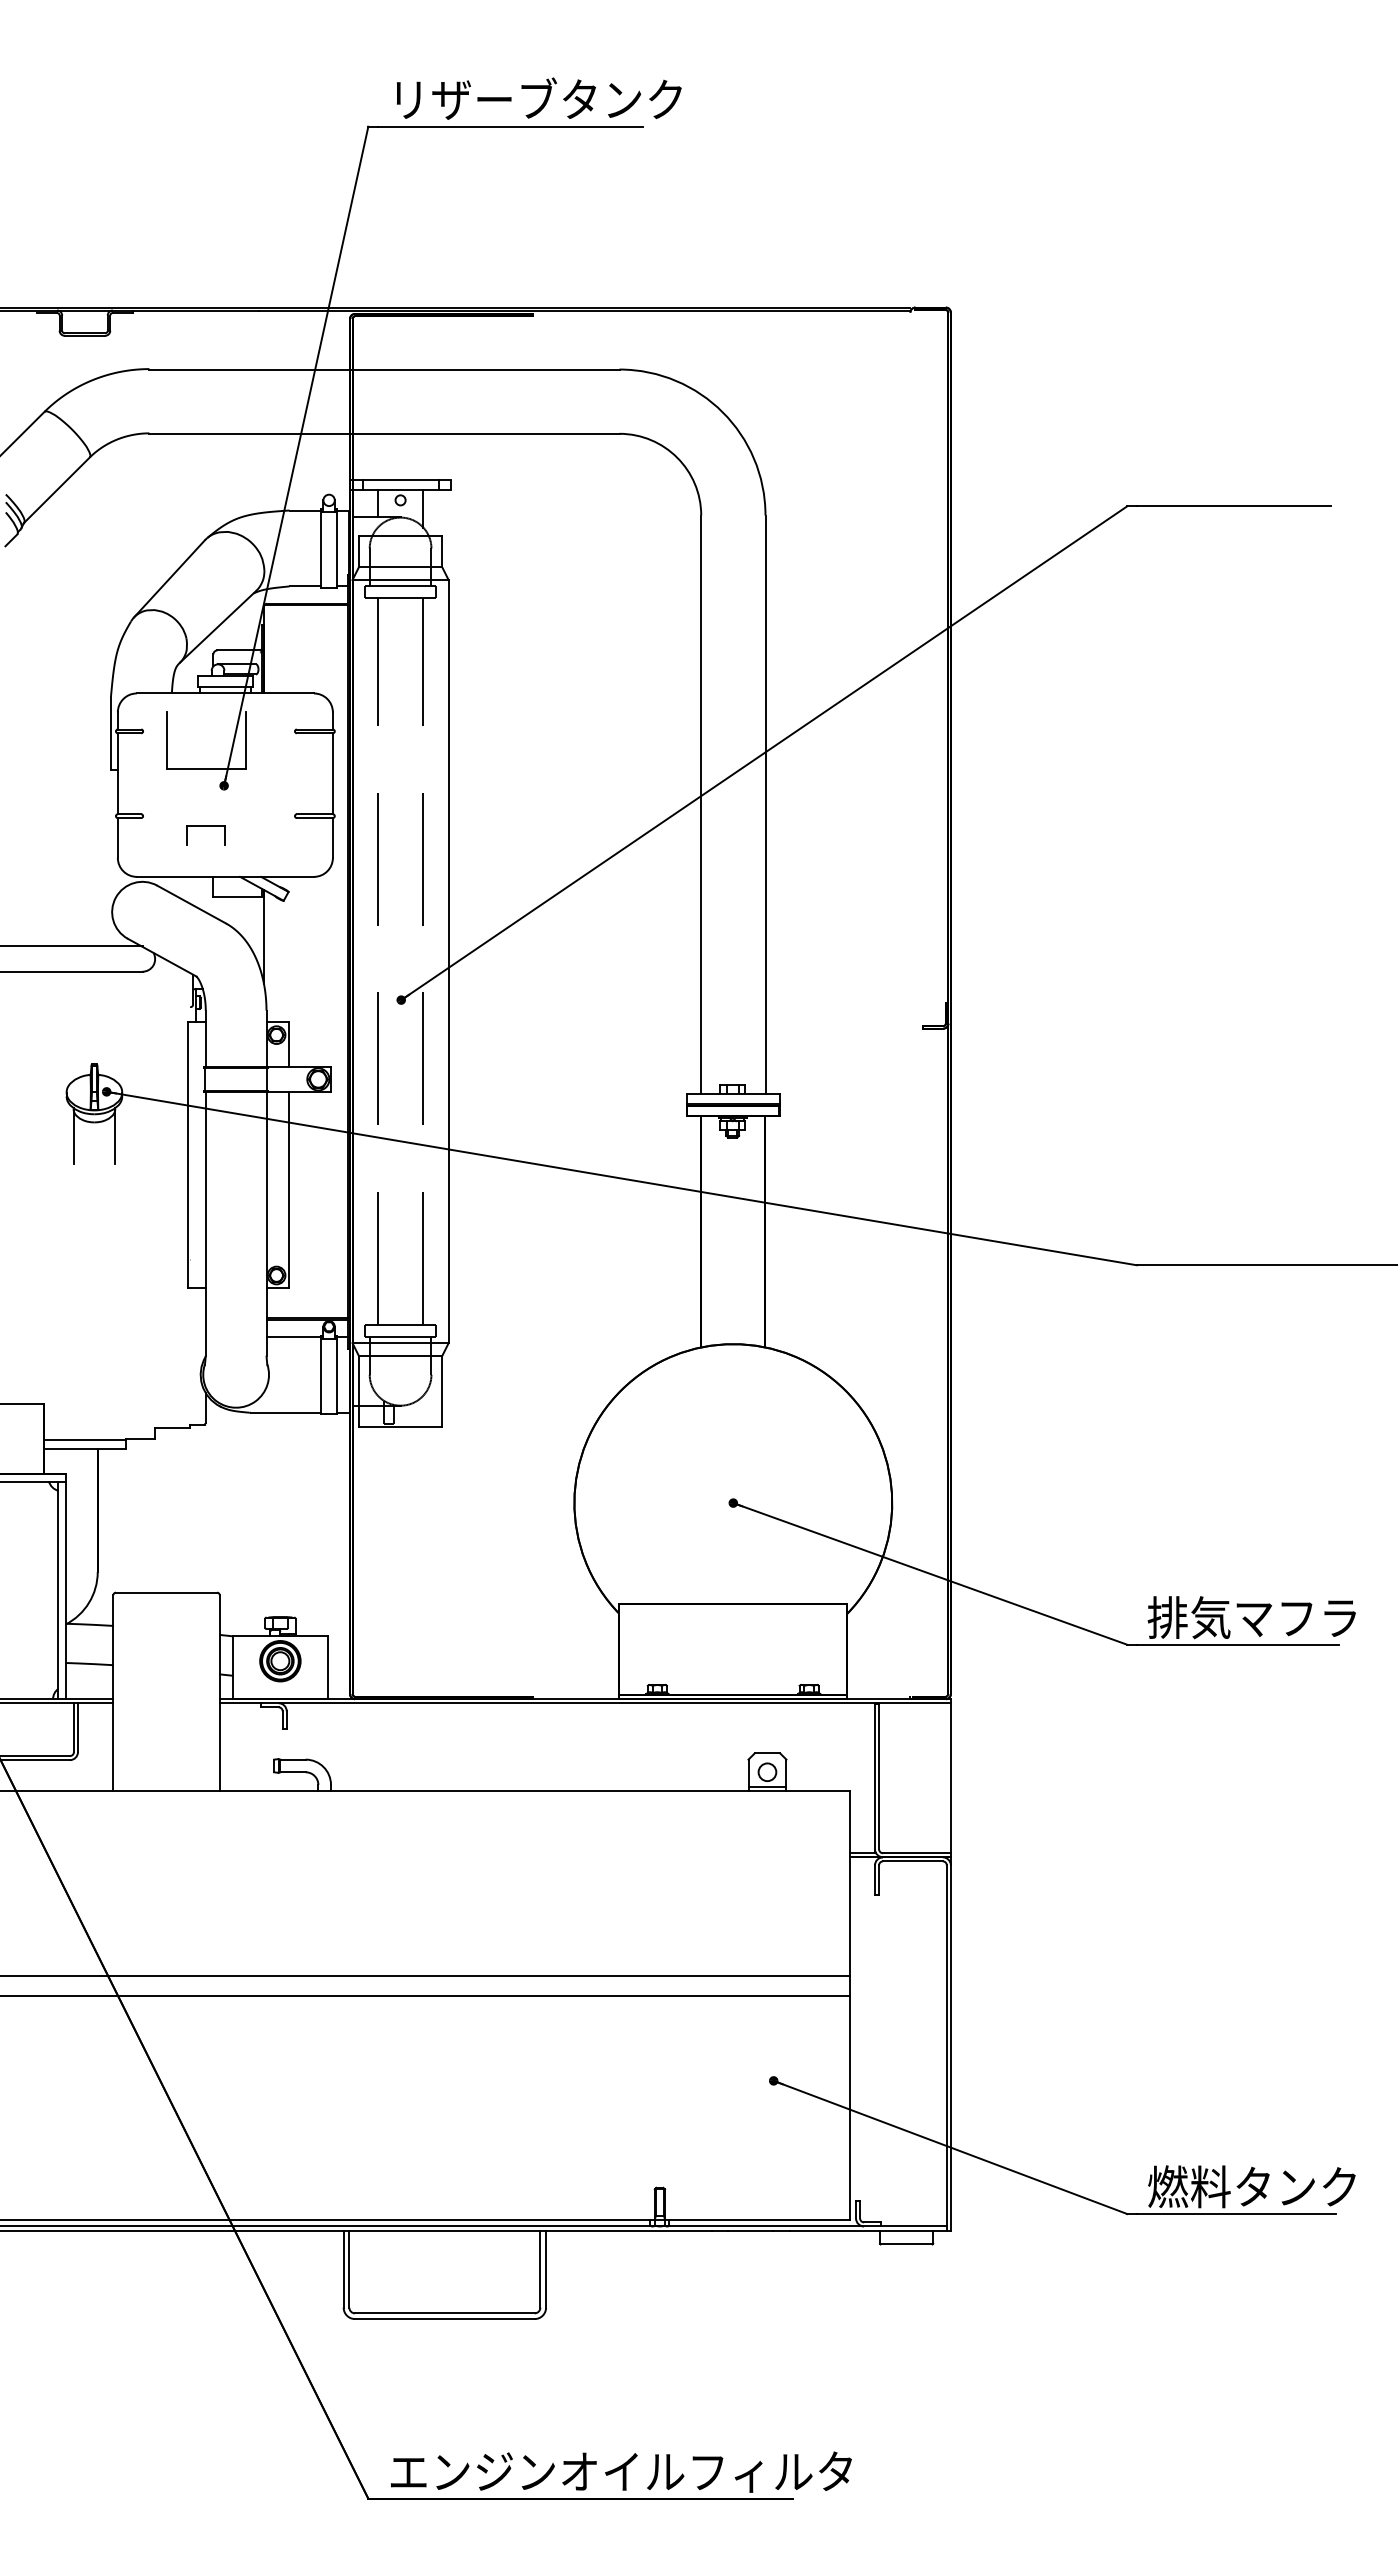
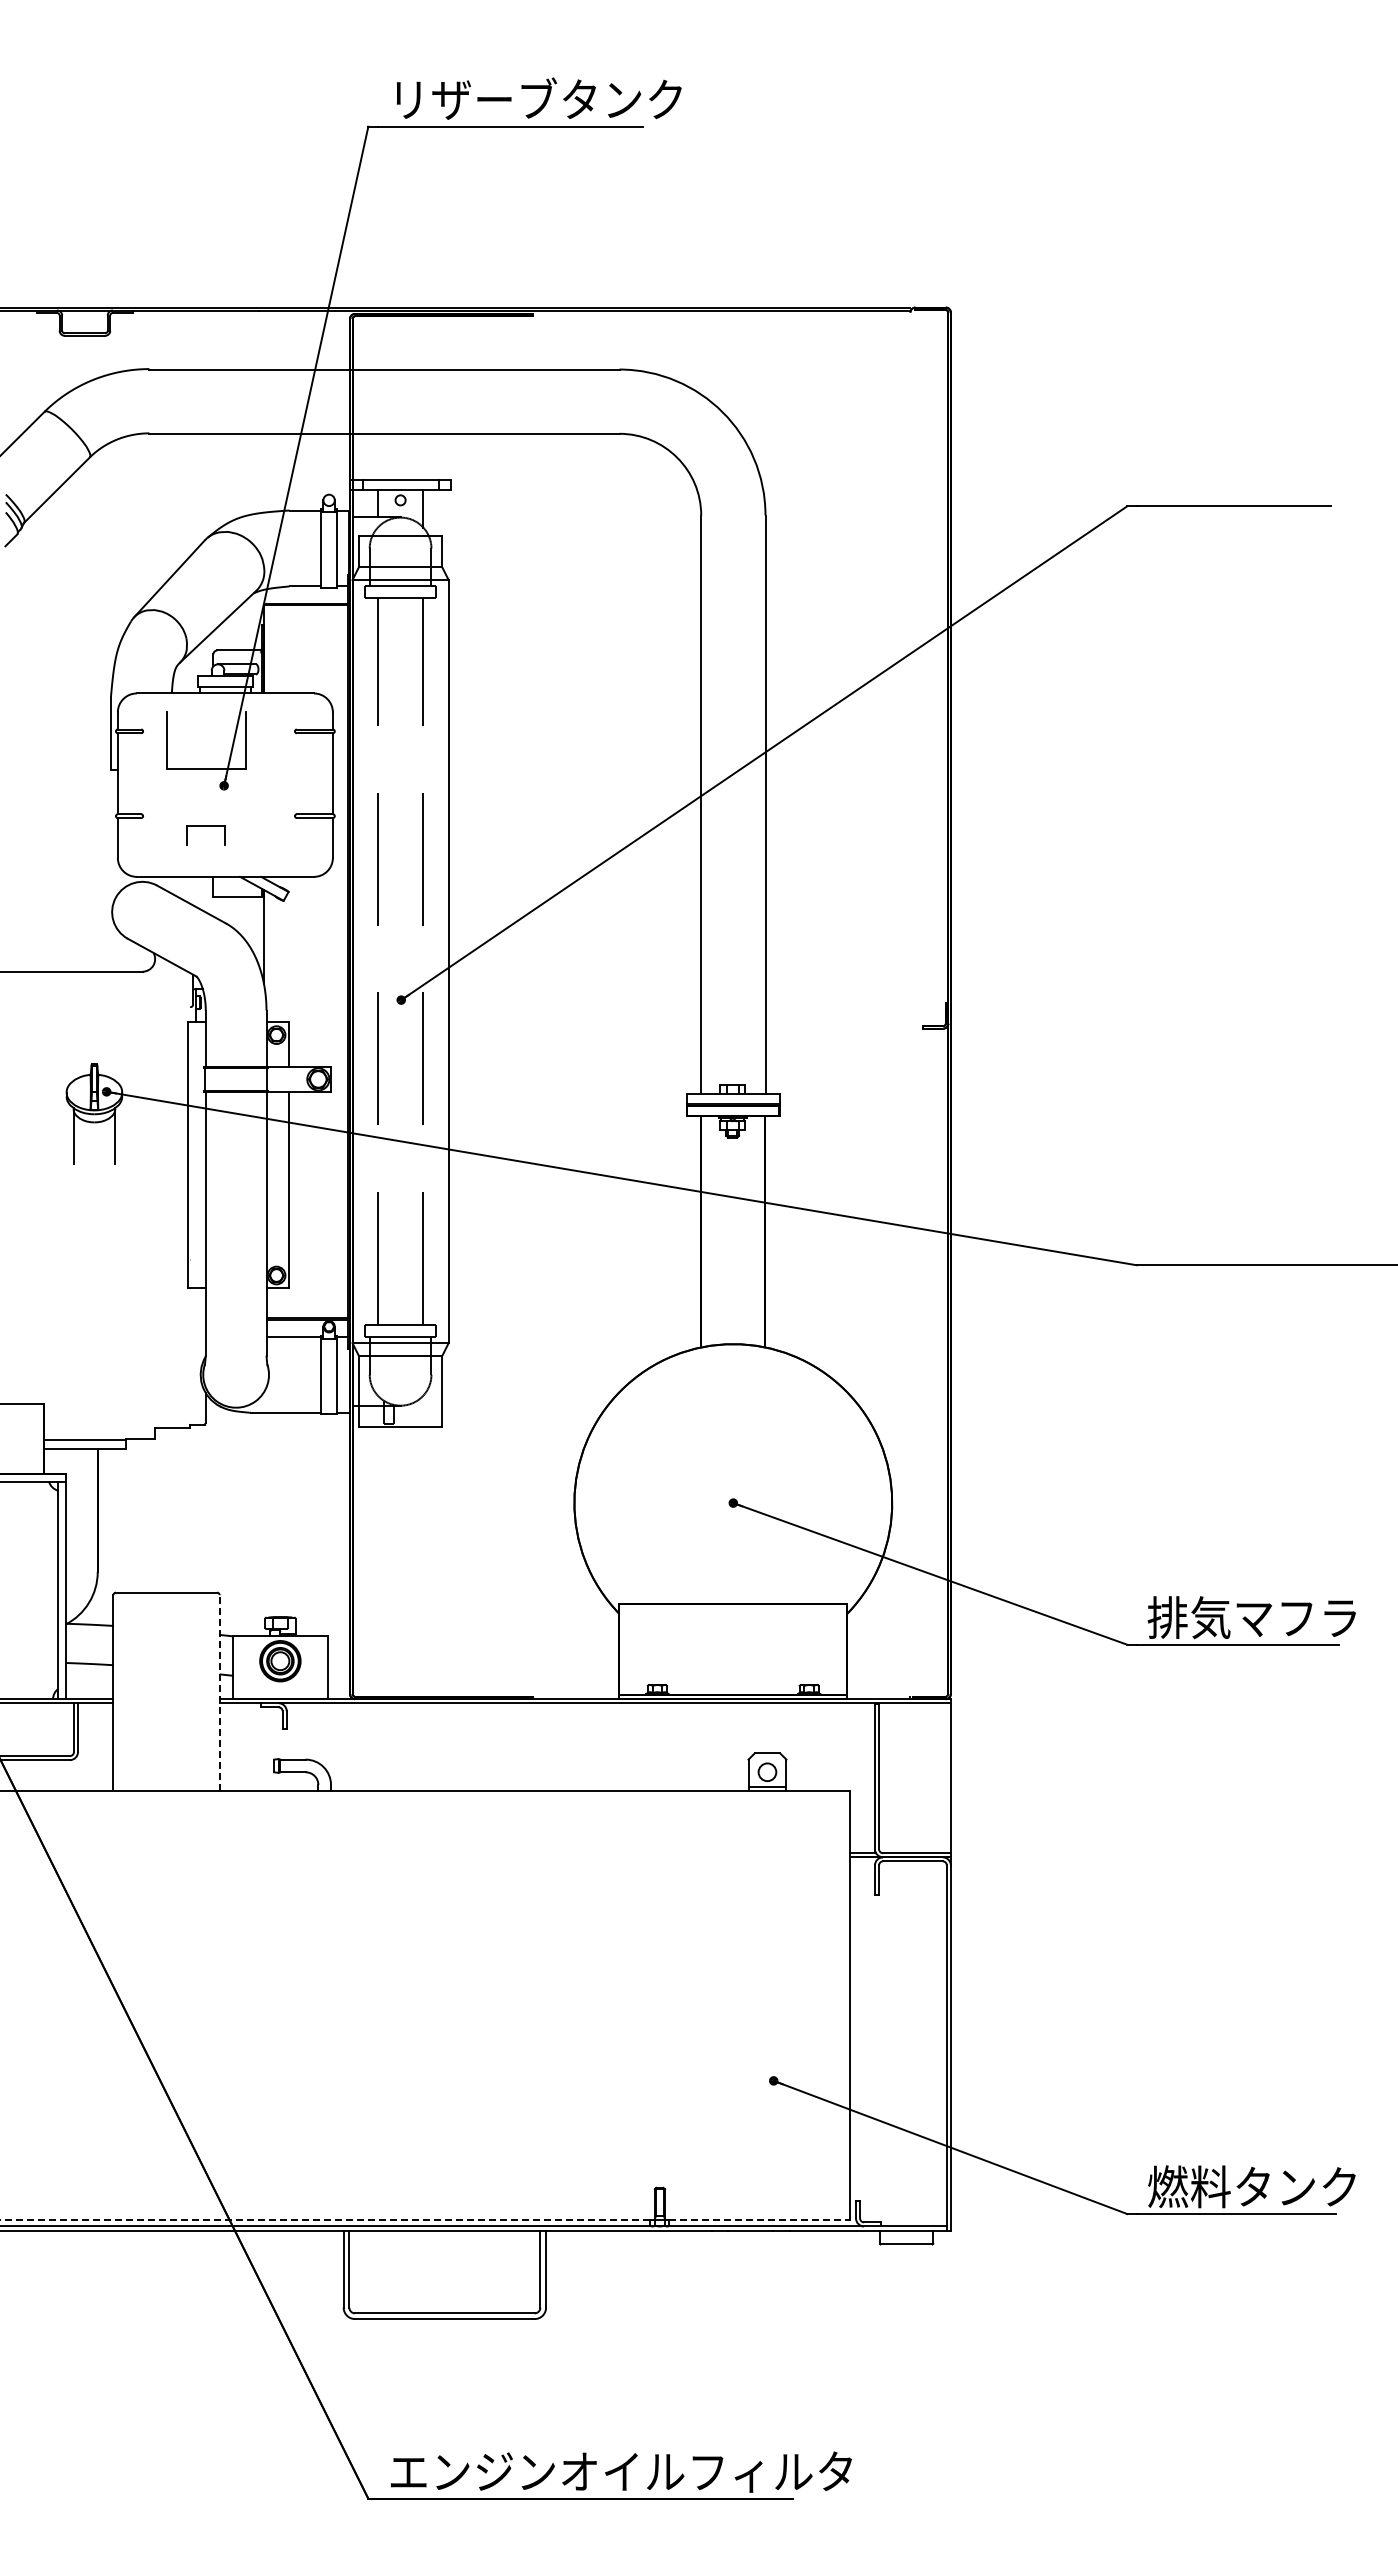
line at (72, 946): present -> none
line at (219, 1692): solid -> dashed
line at (425, 1976): present -> none
line at (425, 1996): present -> none
line at (325, 2220): solid -> dashed
line at (760, 2220): solid -> dashed
